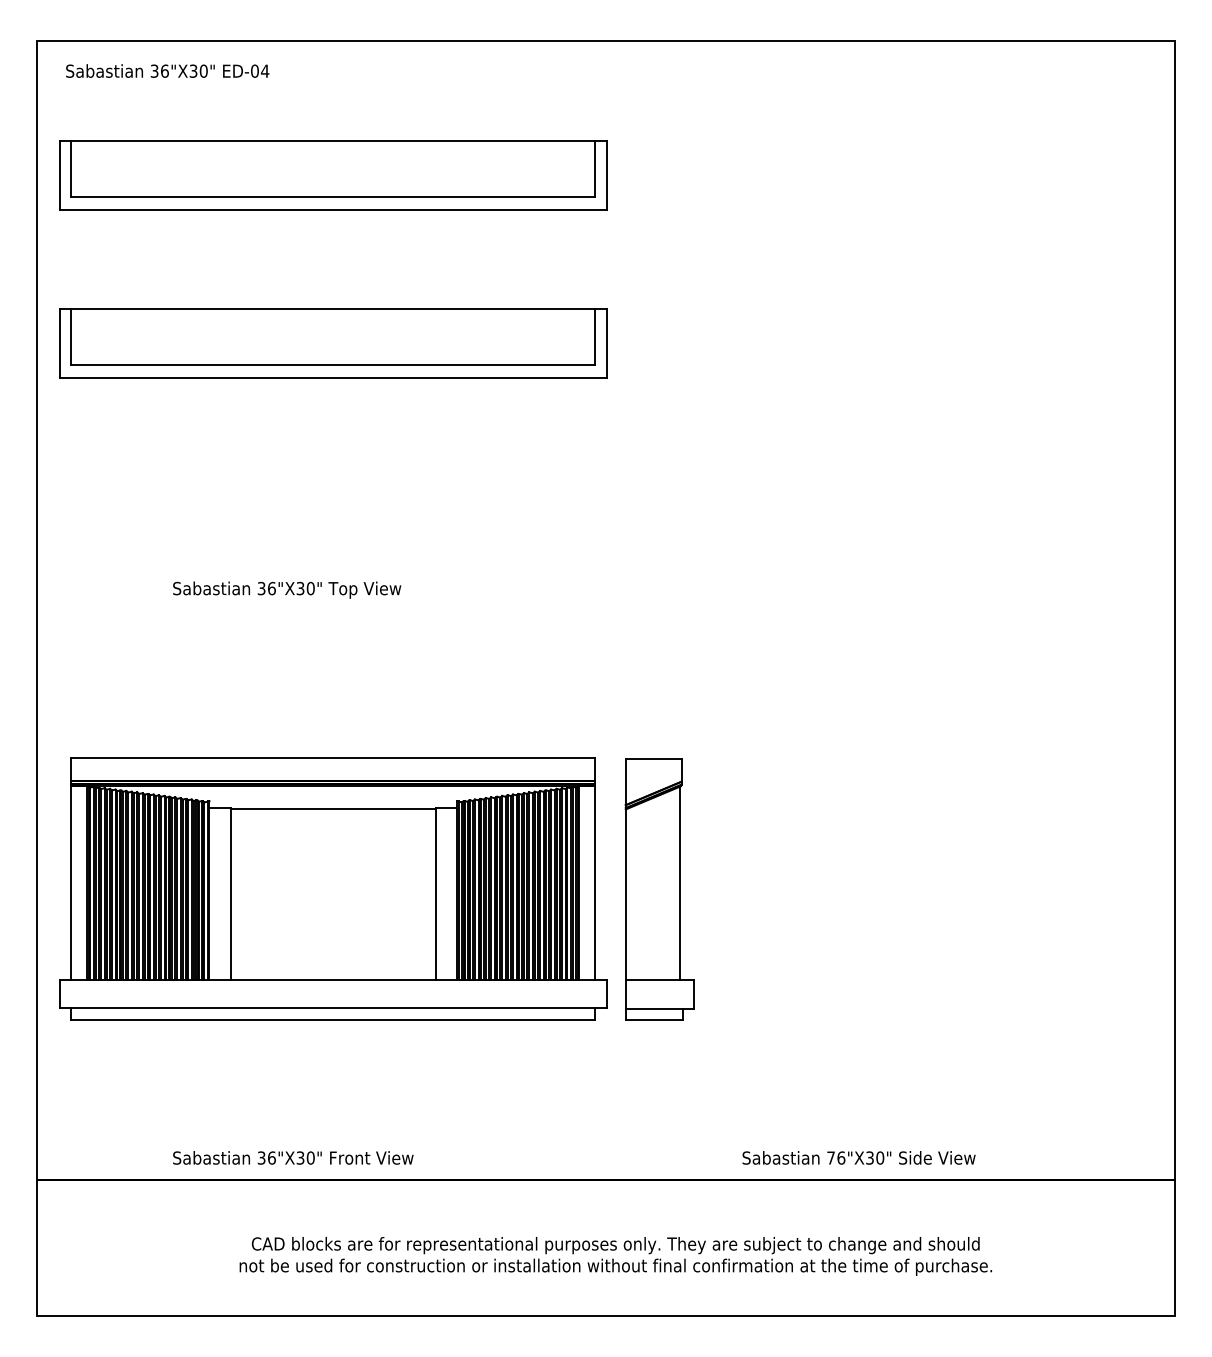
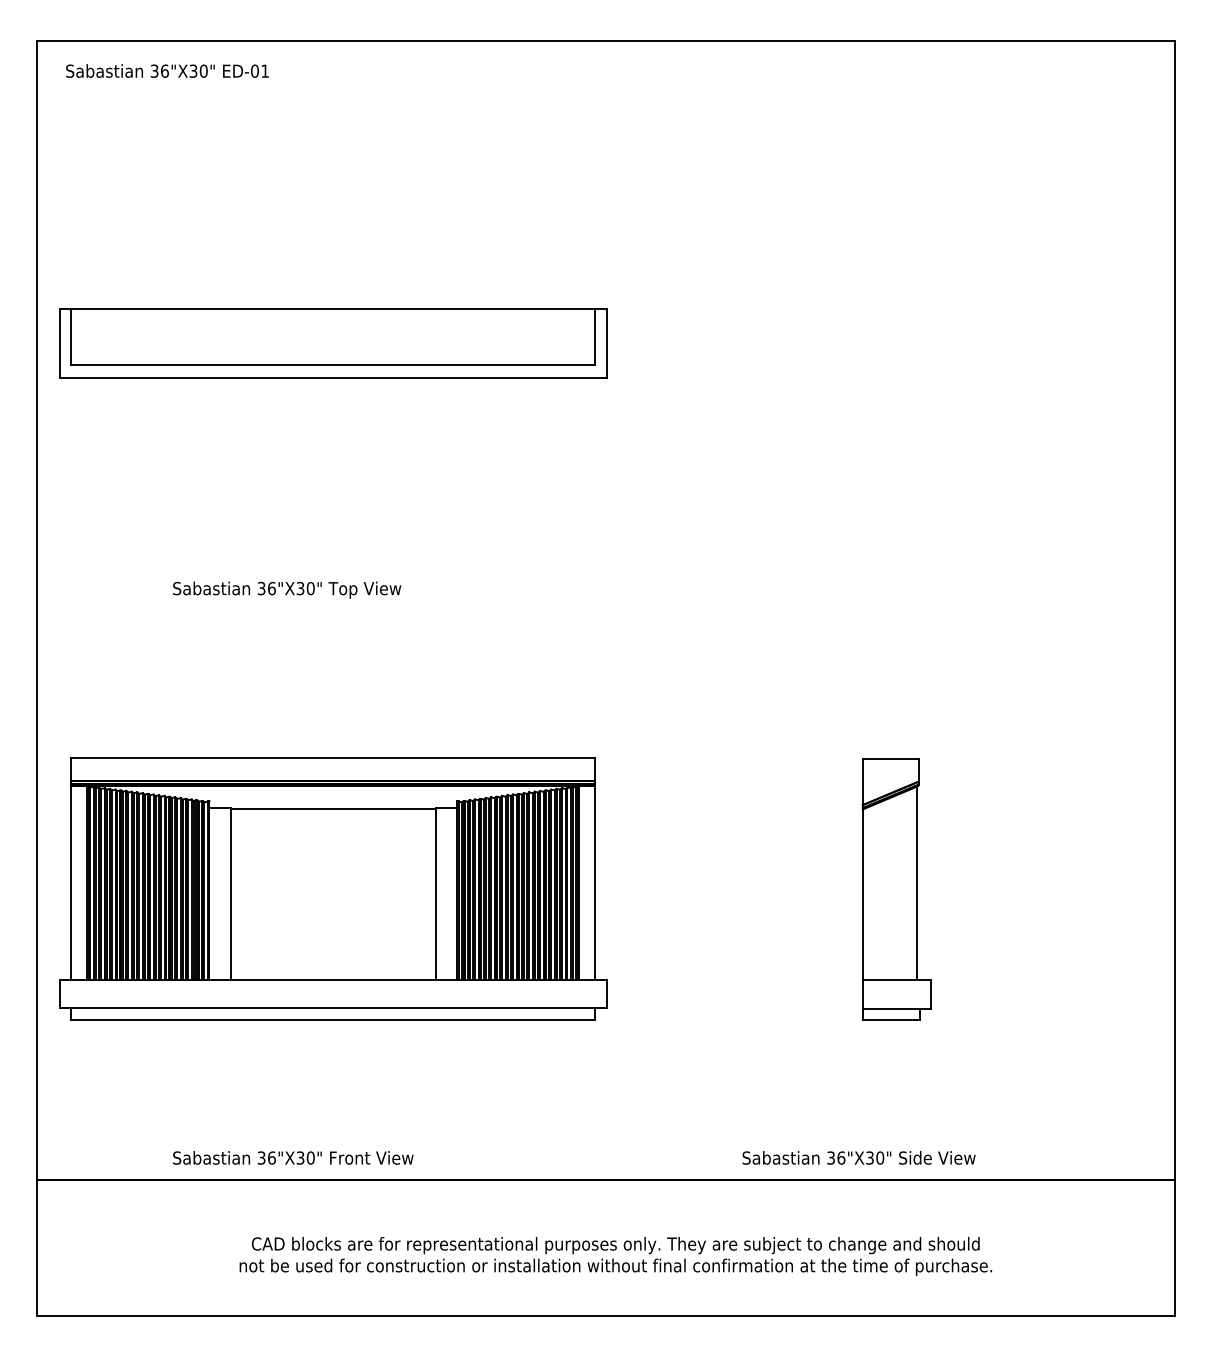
text at (264, 70): ED-04 -> ED-01
part at (333, 175): present -> none
part at (659, 889) position: (659, 889) -> (896, 889)
text at (830, 1157): 76"X30" -> 36"X30"
